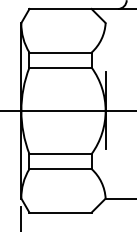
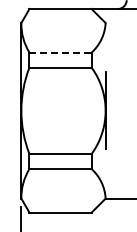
line at (61, 52): solid -> dashed
line at (67, 110): present -> none
